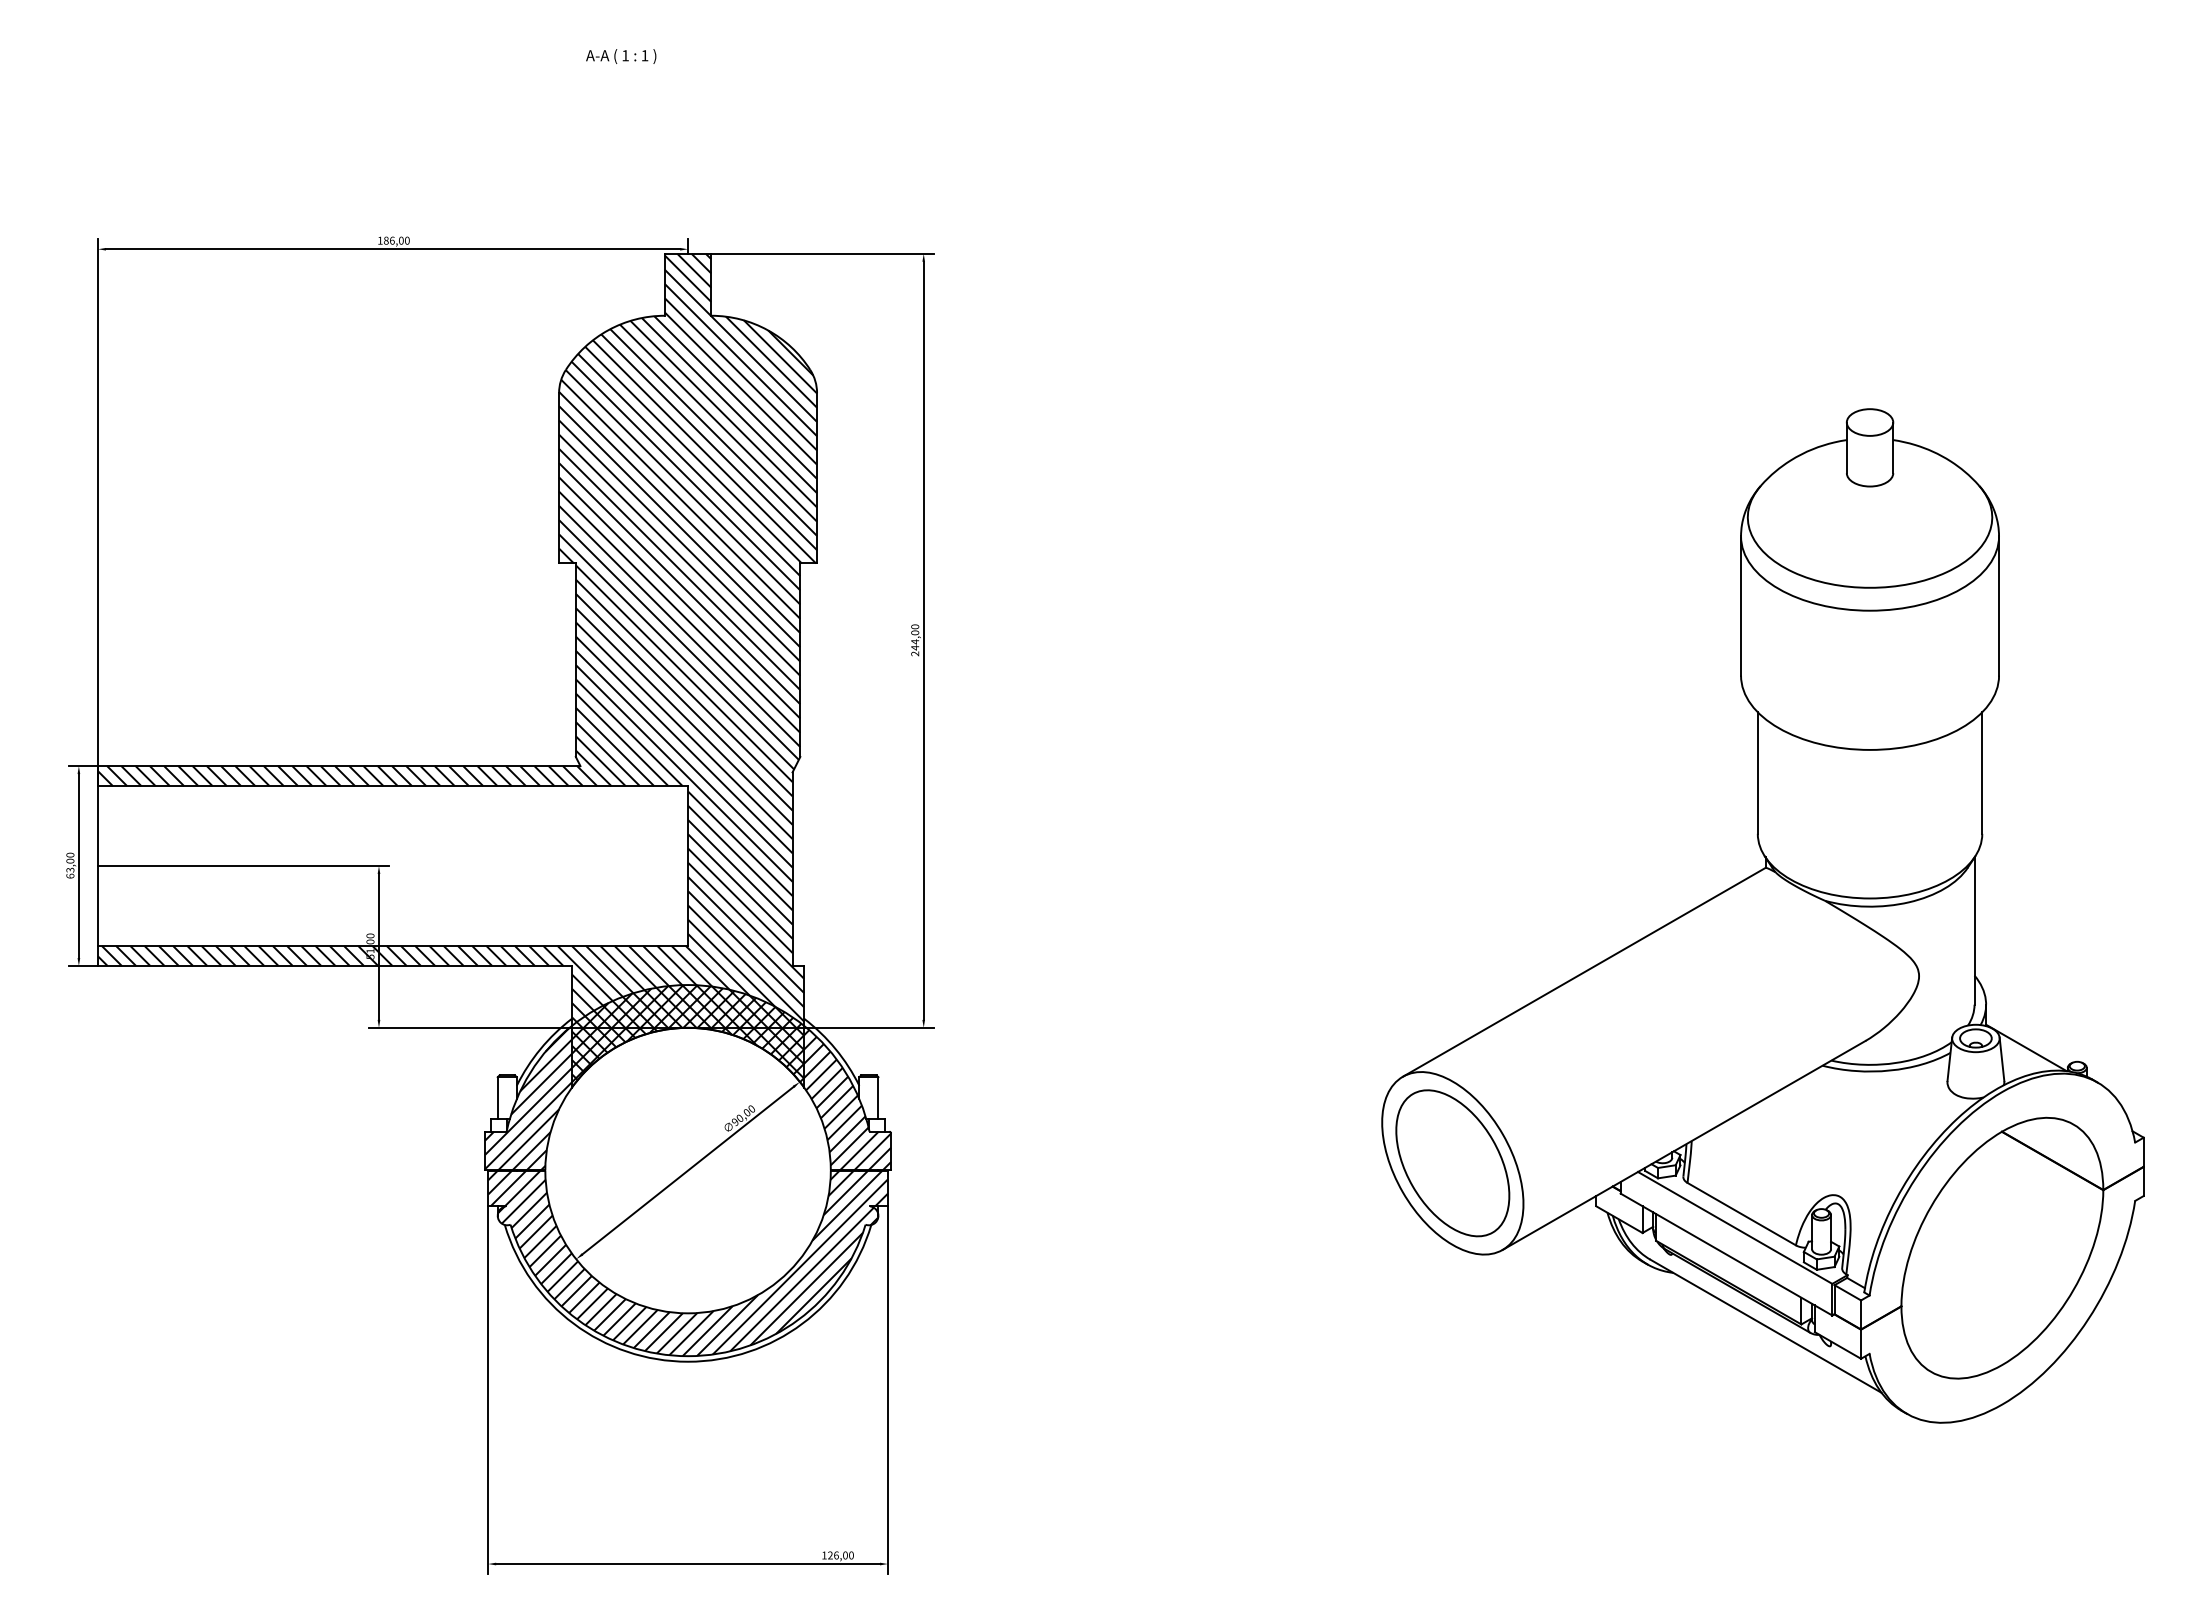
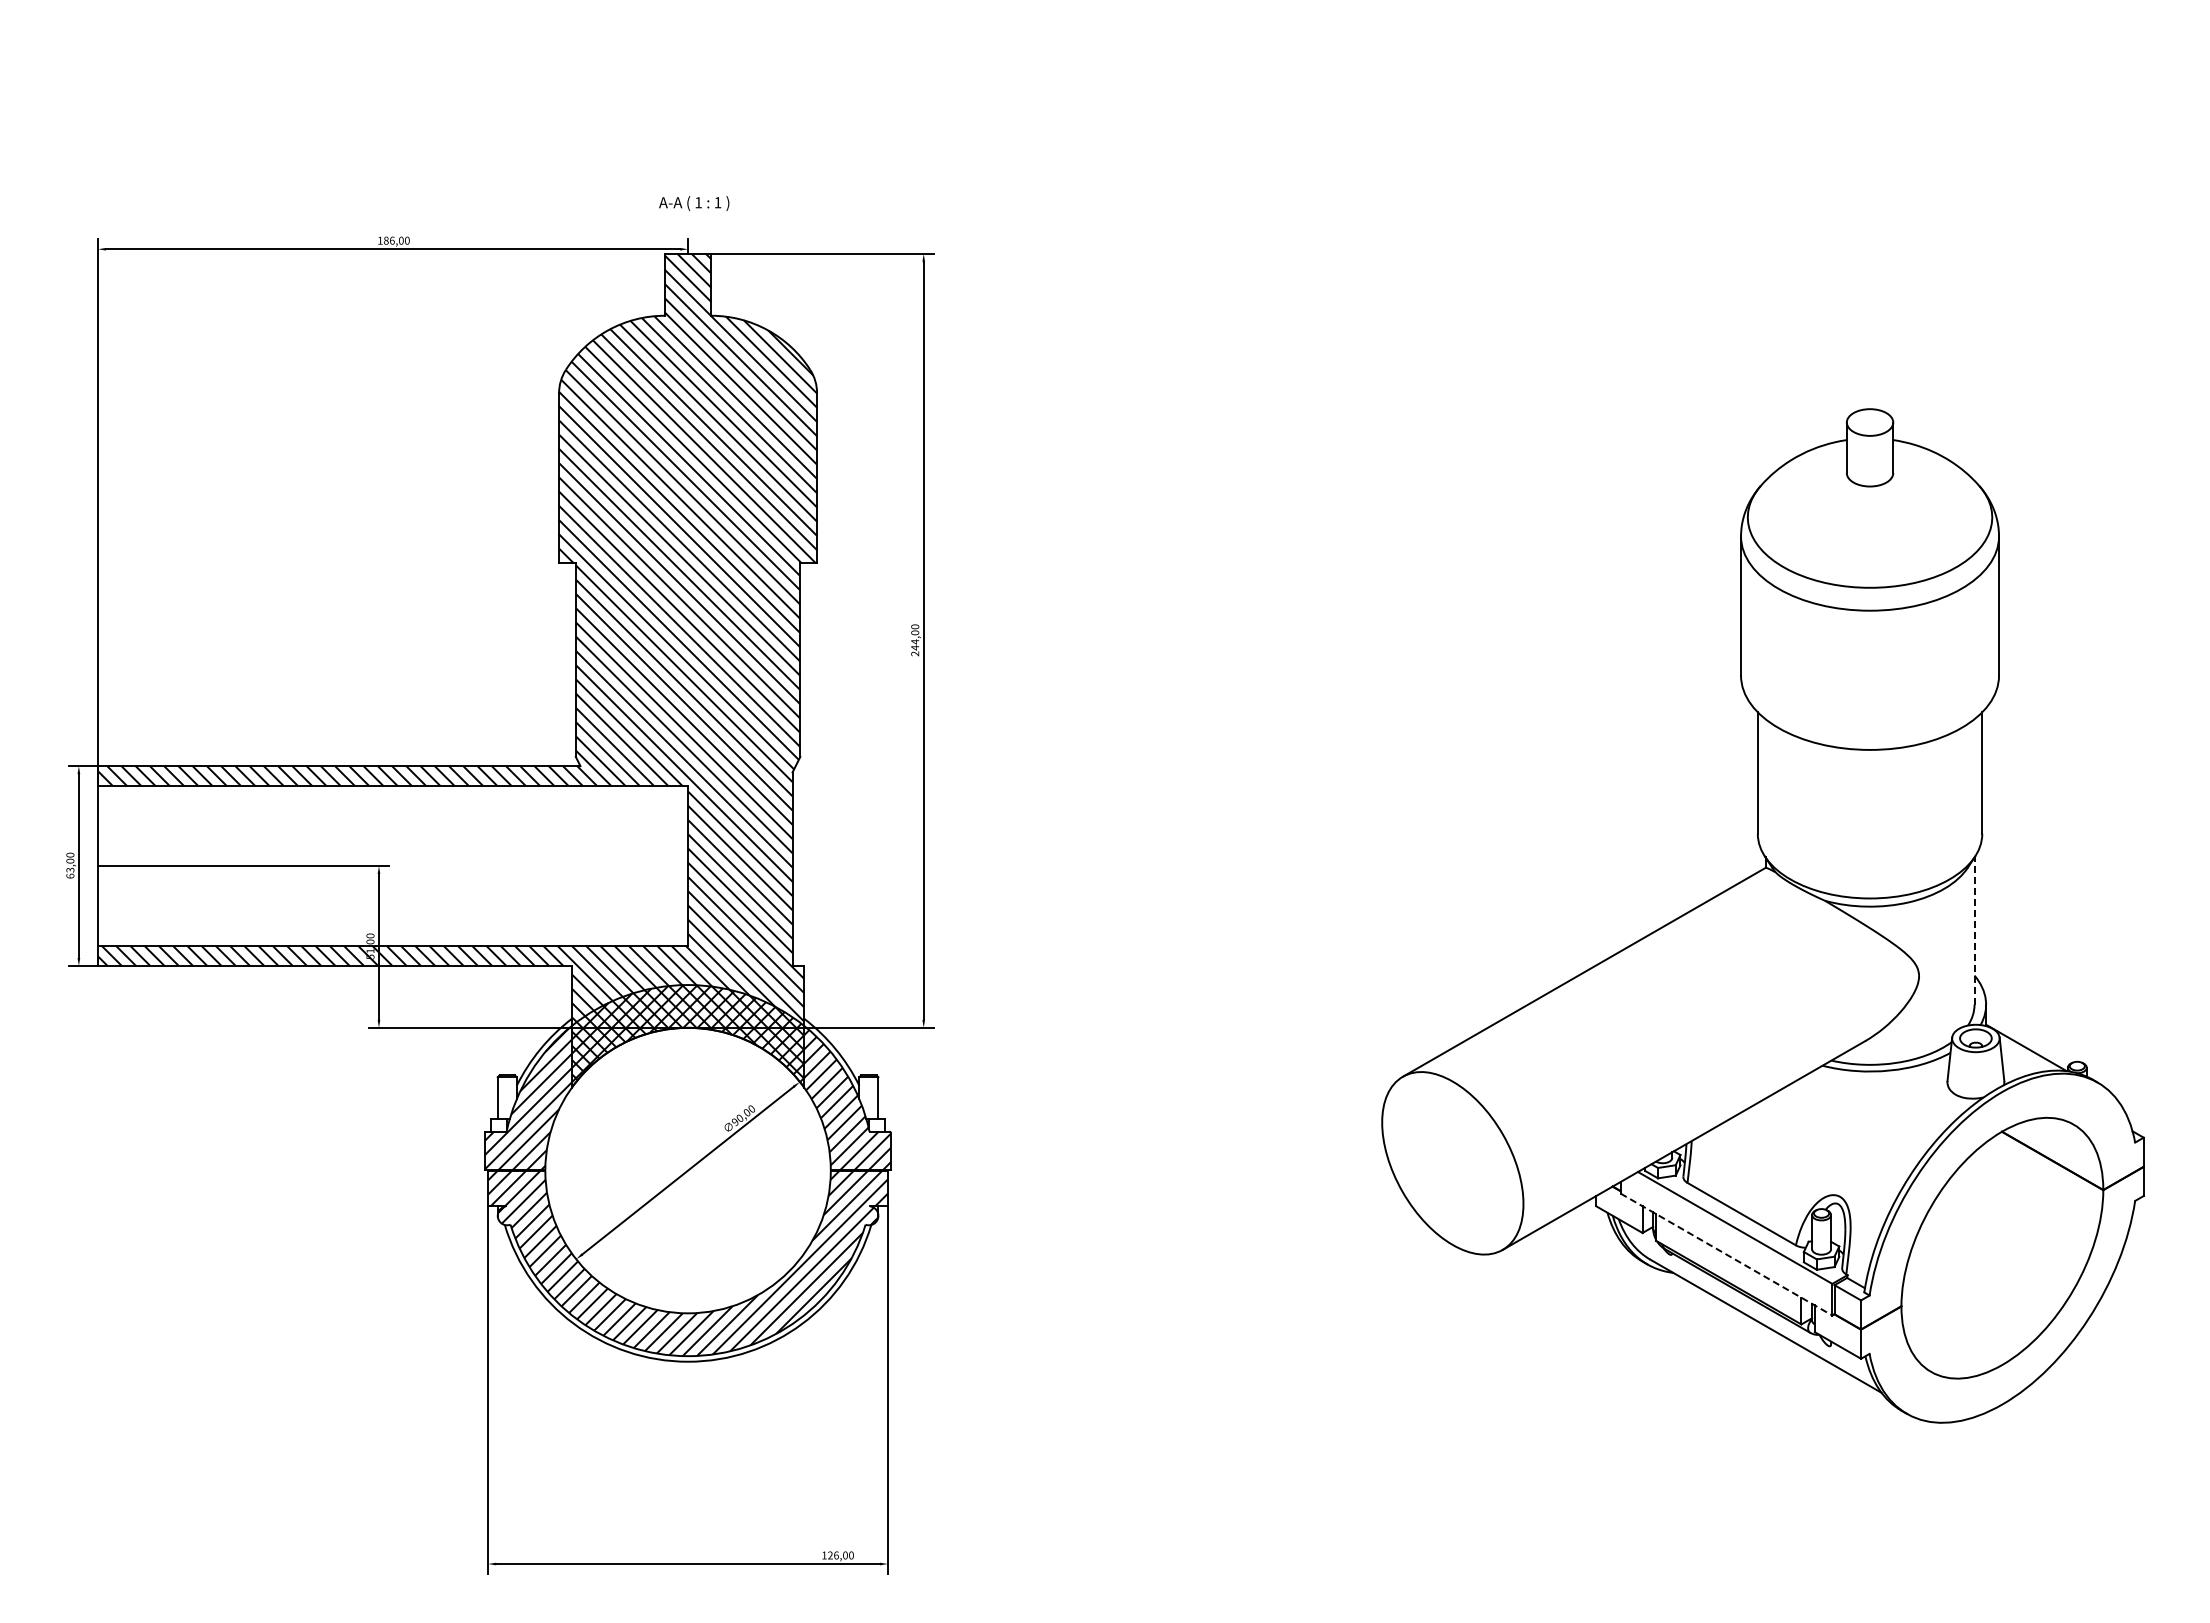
text at (621, 56) position: (621, 56) -> (694, 203)
line at (1974, 931): solid -> dashed
part at (1452, 1163): present -> none
line at (1726, 1254): solid -> dashed
